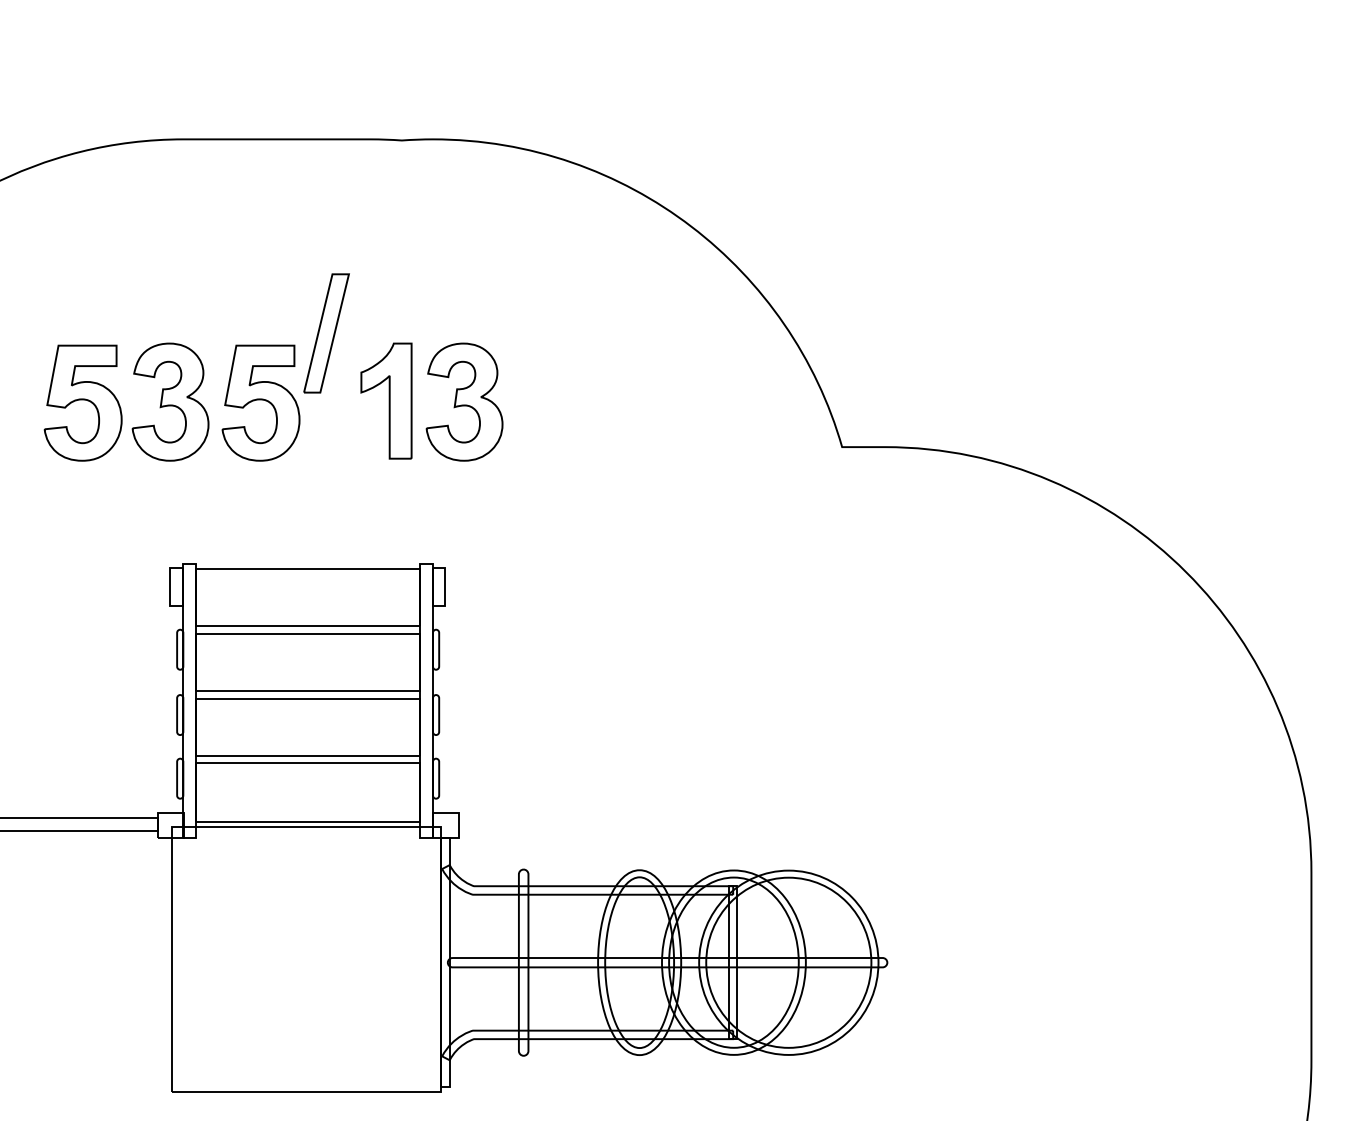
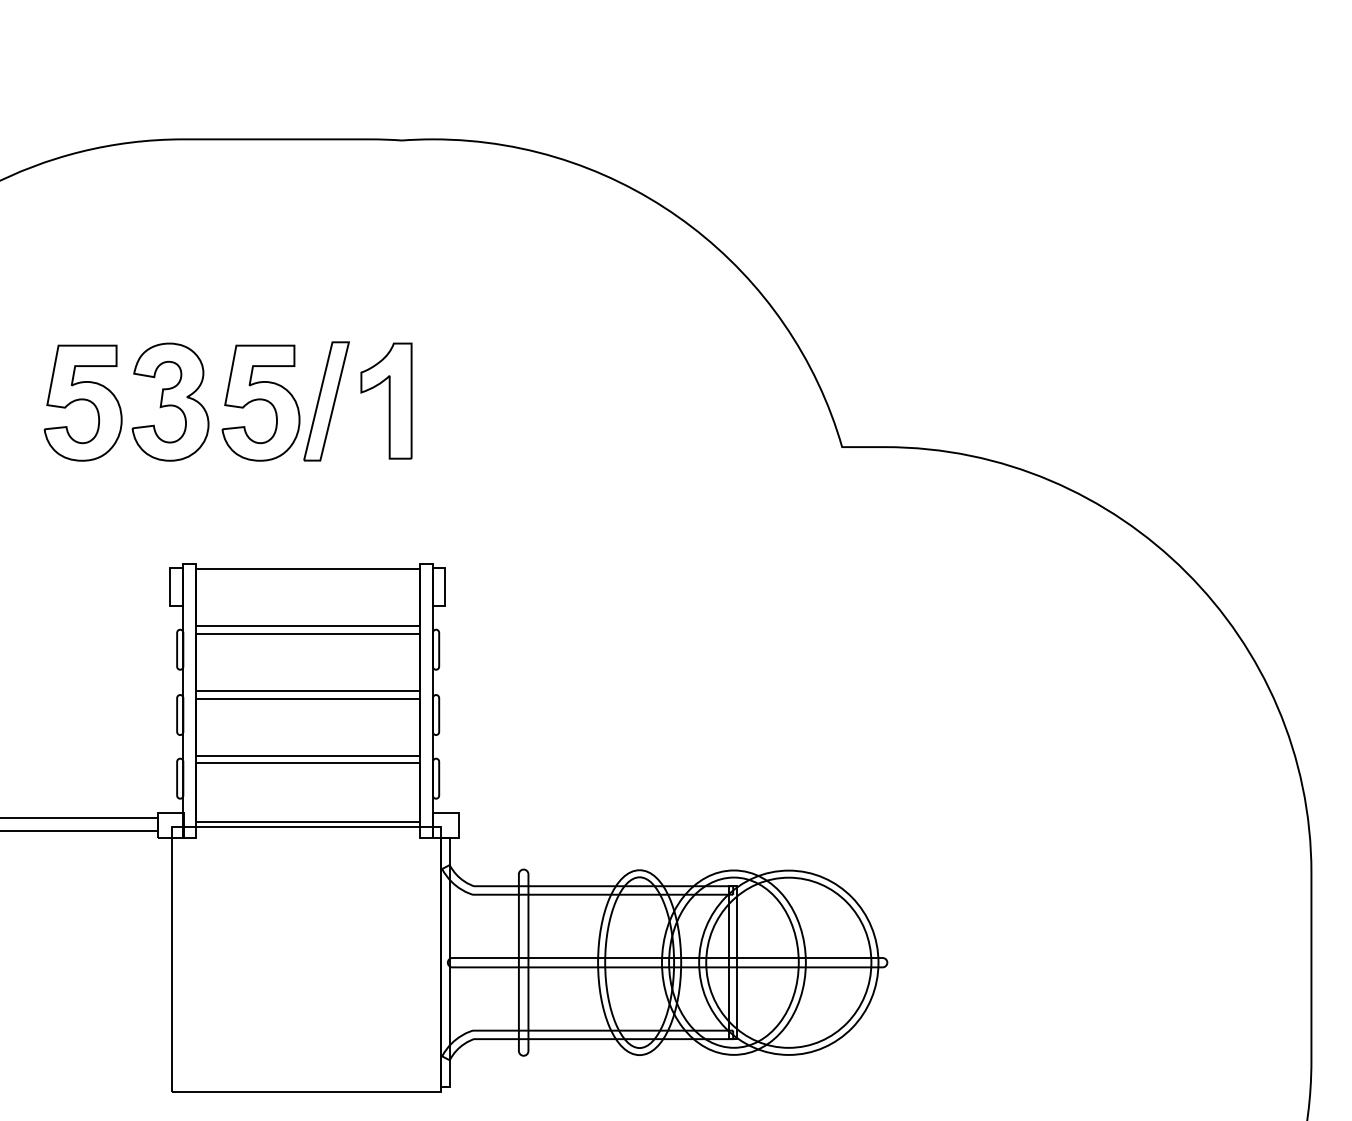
part at (326, 333) position: (326, 333) -> (326, 401)
part at (464, 401): present -> none
